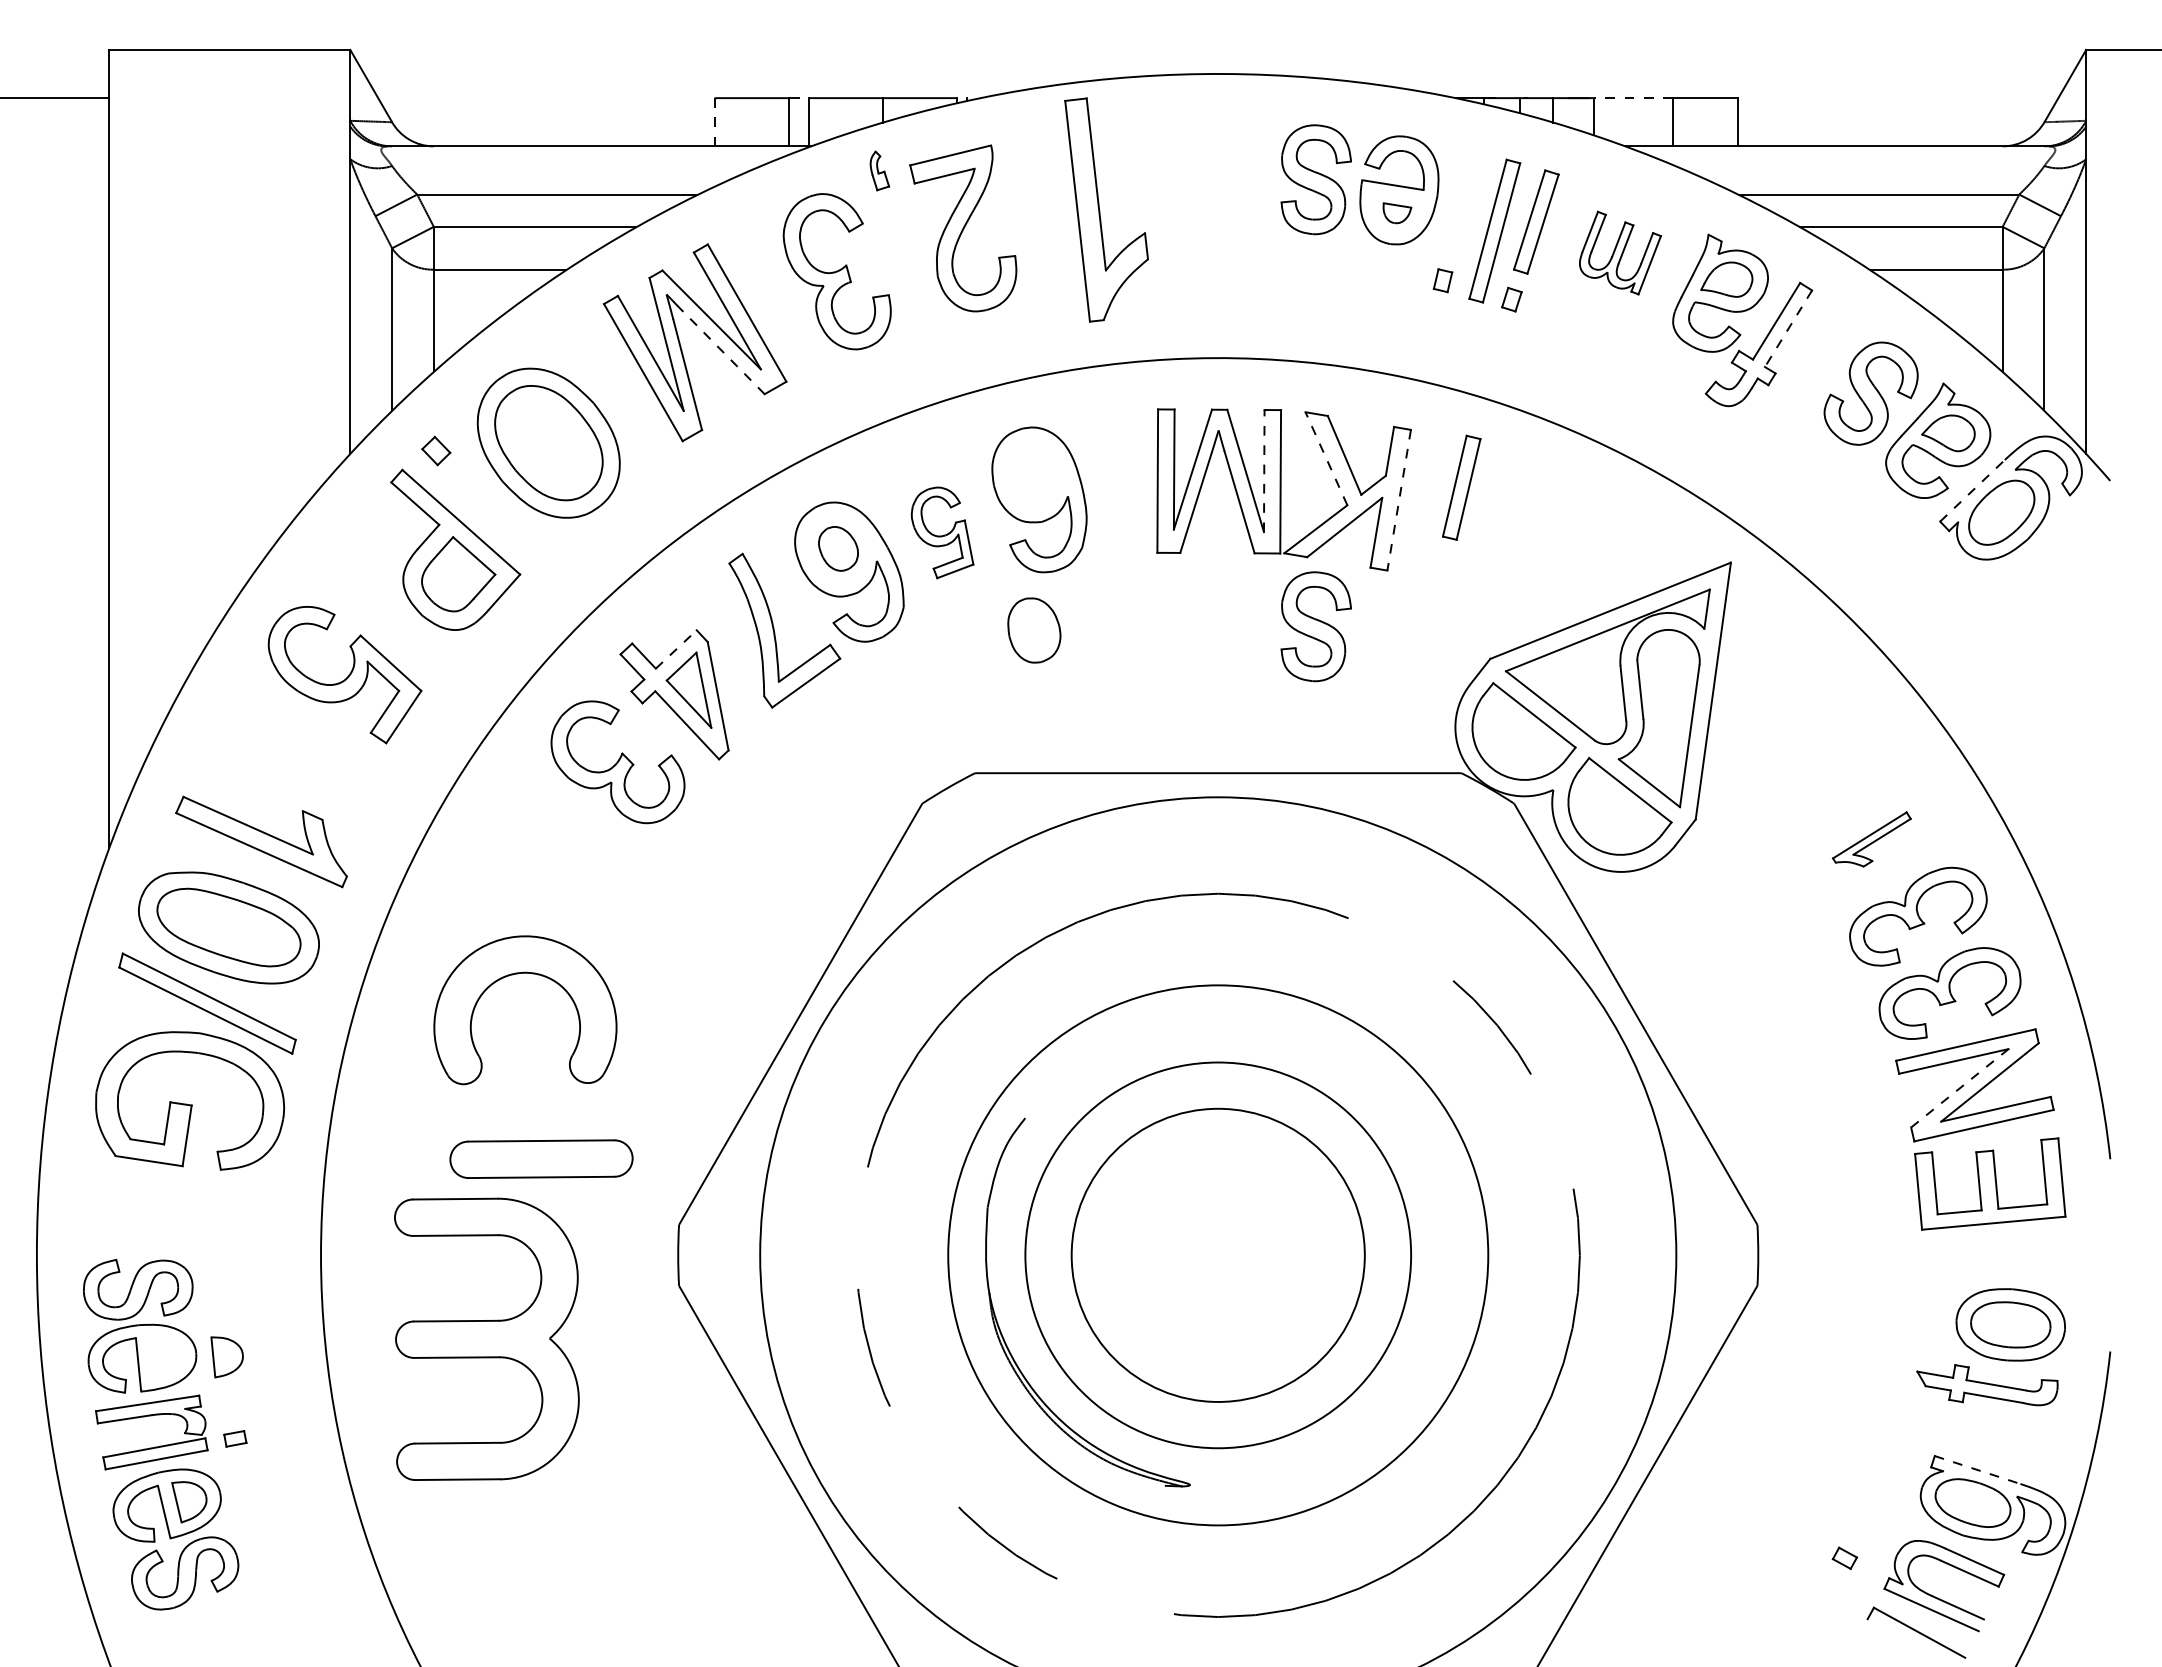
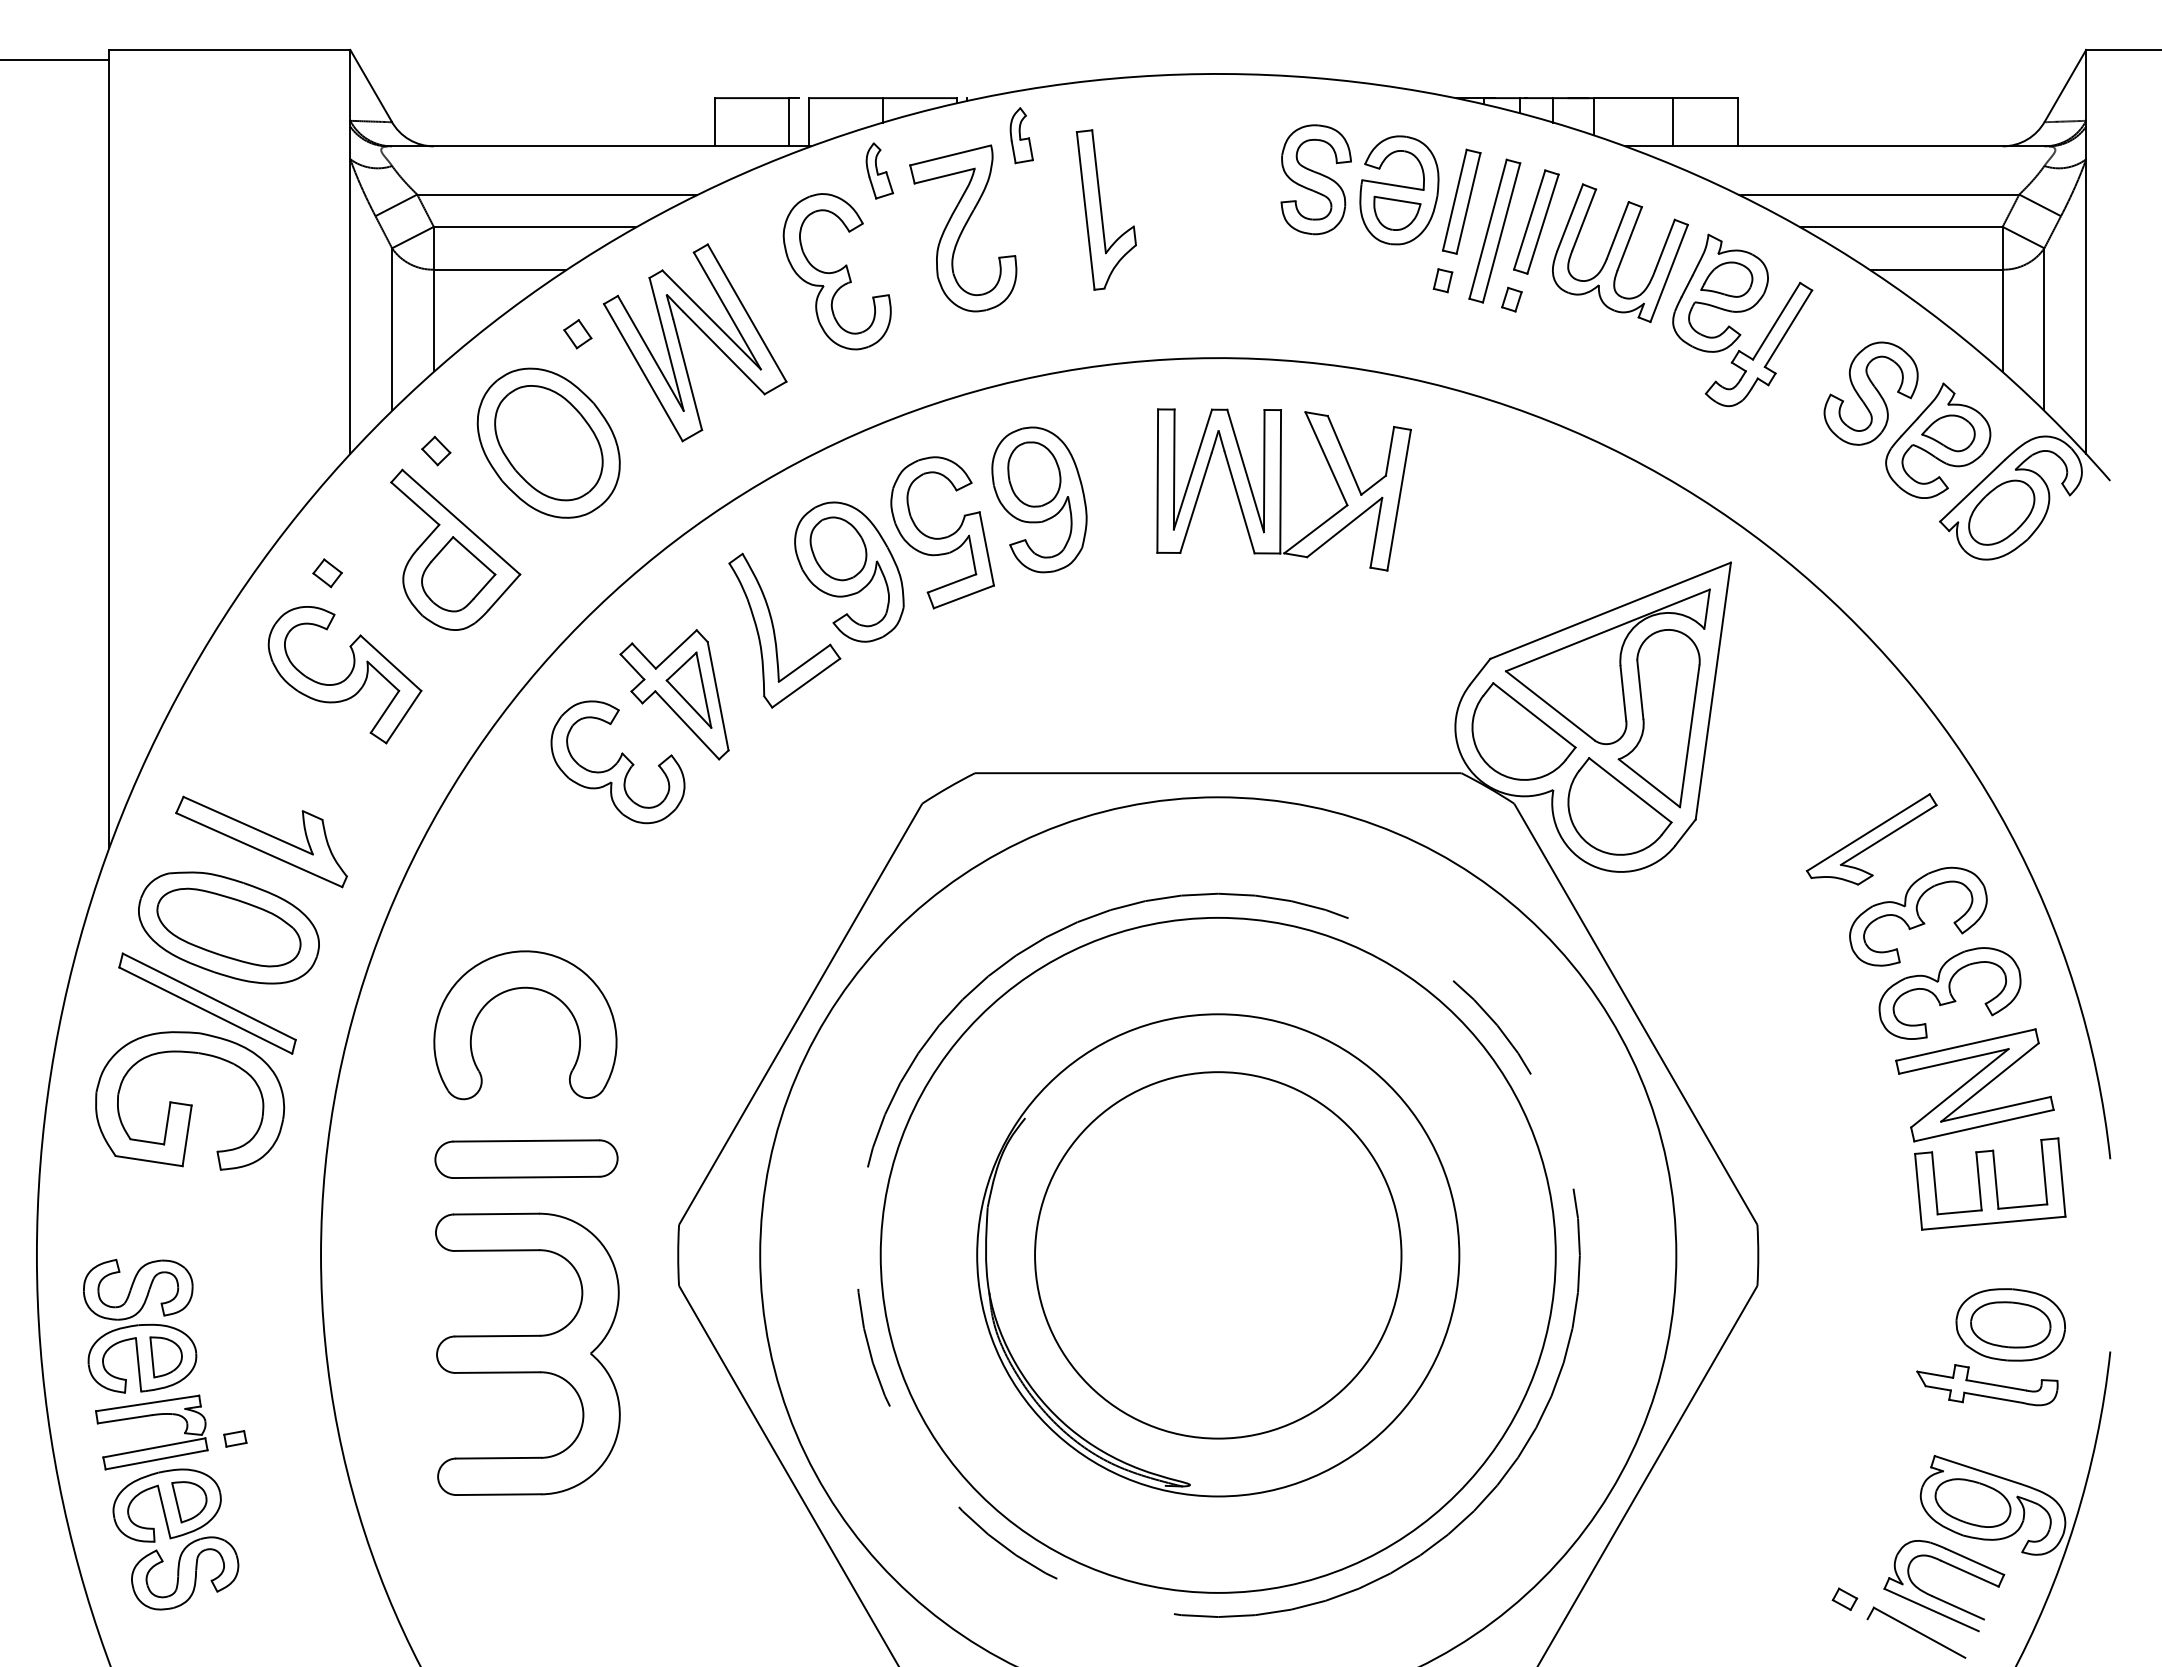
line at (55, 97) position: (55, 97) -> (55, 59)
line at (1632, 98): dashed -> solid
line at (714, 122): dashed -> solid
part at (1021, 135): none -> present
part at (879, 170) size: 22x42 px -> 30x58 px
part at (1106, 209) size: 85x226 px -> 62x162 px
part at (1397, 213) size: 31x23 px -> 49x36 px
part at (1620, 252) size: 83x86 px -> 137x140 px
line at (1788, 328): dashed -> solid
part at (577, 334): none -> present
line at (724, 353): dashed -> solid
line at (1326, 458): dashed -> solid
line at (1264, 470): dashed -> solid
part at (1461, 487) position: (1461, 487) -> (1461, 201)
line at (1972, 490): dashed -> solid
line at (1399, 500): dashed -> solid
part at (942, 532) size: 65x94 px -> 105x154 px
part at (838, 548) size: 41x46 px -> 59x66 px
part at (327, 573): none -> present
part at (1315, 626): present -> none
part at (1034, 630) position: (1034, 630) -> (1034, 474)
line at (676, 649): dashed -> solid
part at (1871, 839) size: 81x57 px -> 132x93 px
part at (518, 974) position: (518, 974) -> (518, 989)
line at (1959, 1088): dashed -> solid
part at (541, 1158) position: (541, 1158) -> (526, 1158)
circle at (1217, 1254) diameter: 293 px -> 366 px
circle at (1218, 1255) diameter: 386 px -> 482 px
circle at (1218, 1255) diameter: 540 px -> 675 px
part at (486, 1338) position: (486, 1338) -> (527, 1353)
part at (226, 1357) position: (226, 1357) -> (165, 1357)
line at (1978, 1470): dashed -> solid
part at (1844, 1557) position: (1844, 1557) -> (1844, 1598)
